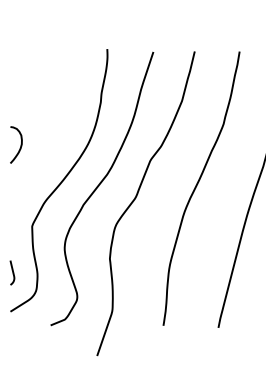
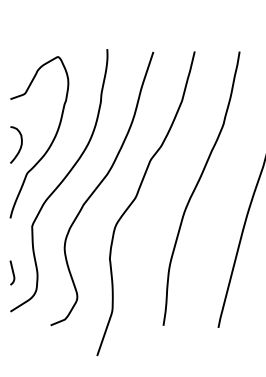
curve at (50, 143): none -> present
